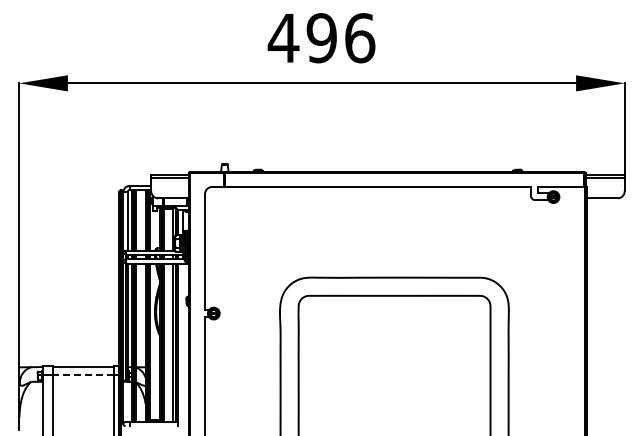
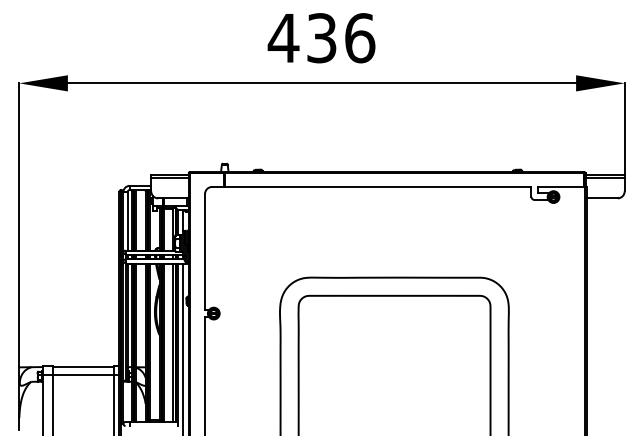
text at (321, 38): 496 -> 436
line at (183, 347): none -> present
line at (83, 375): dashed -> solid
